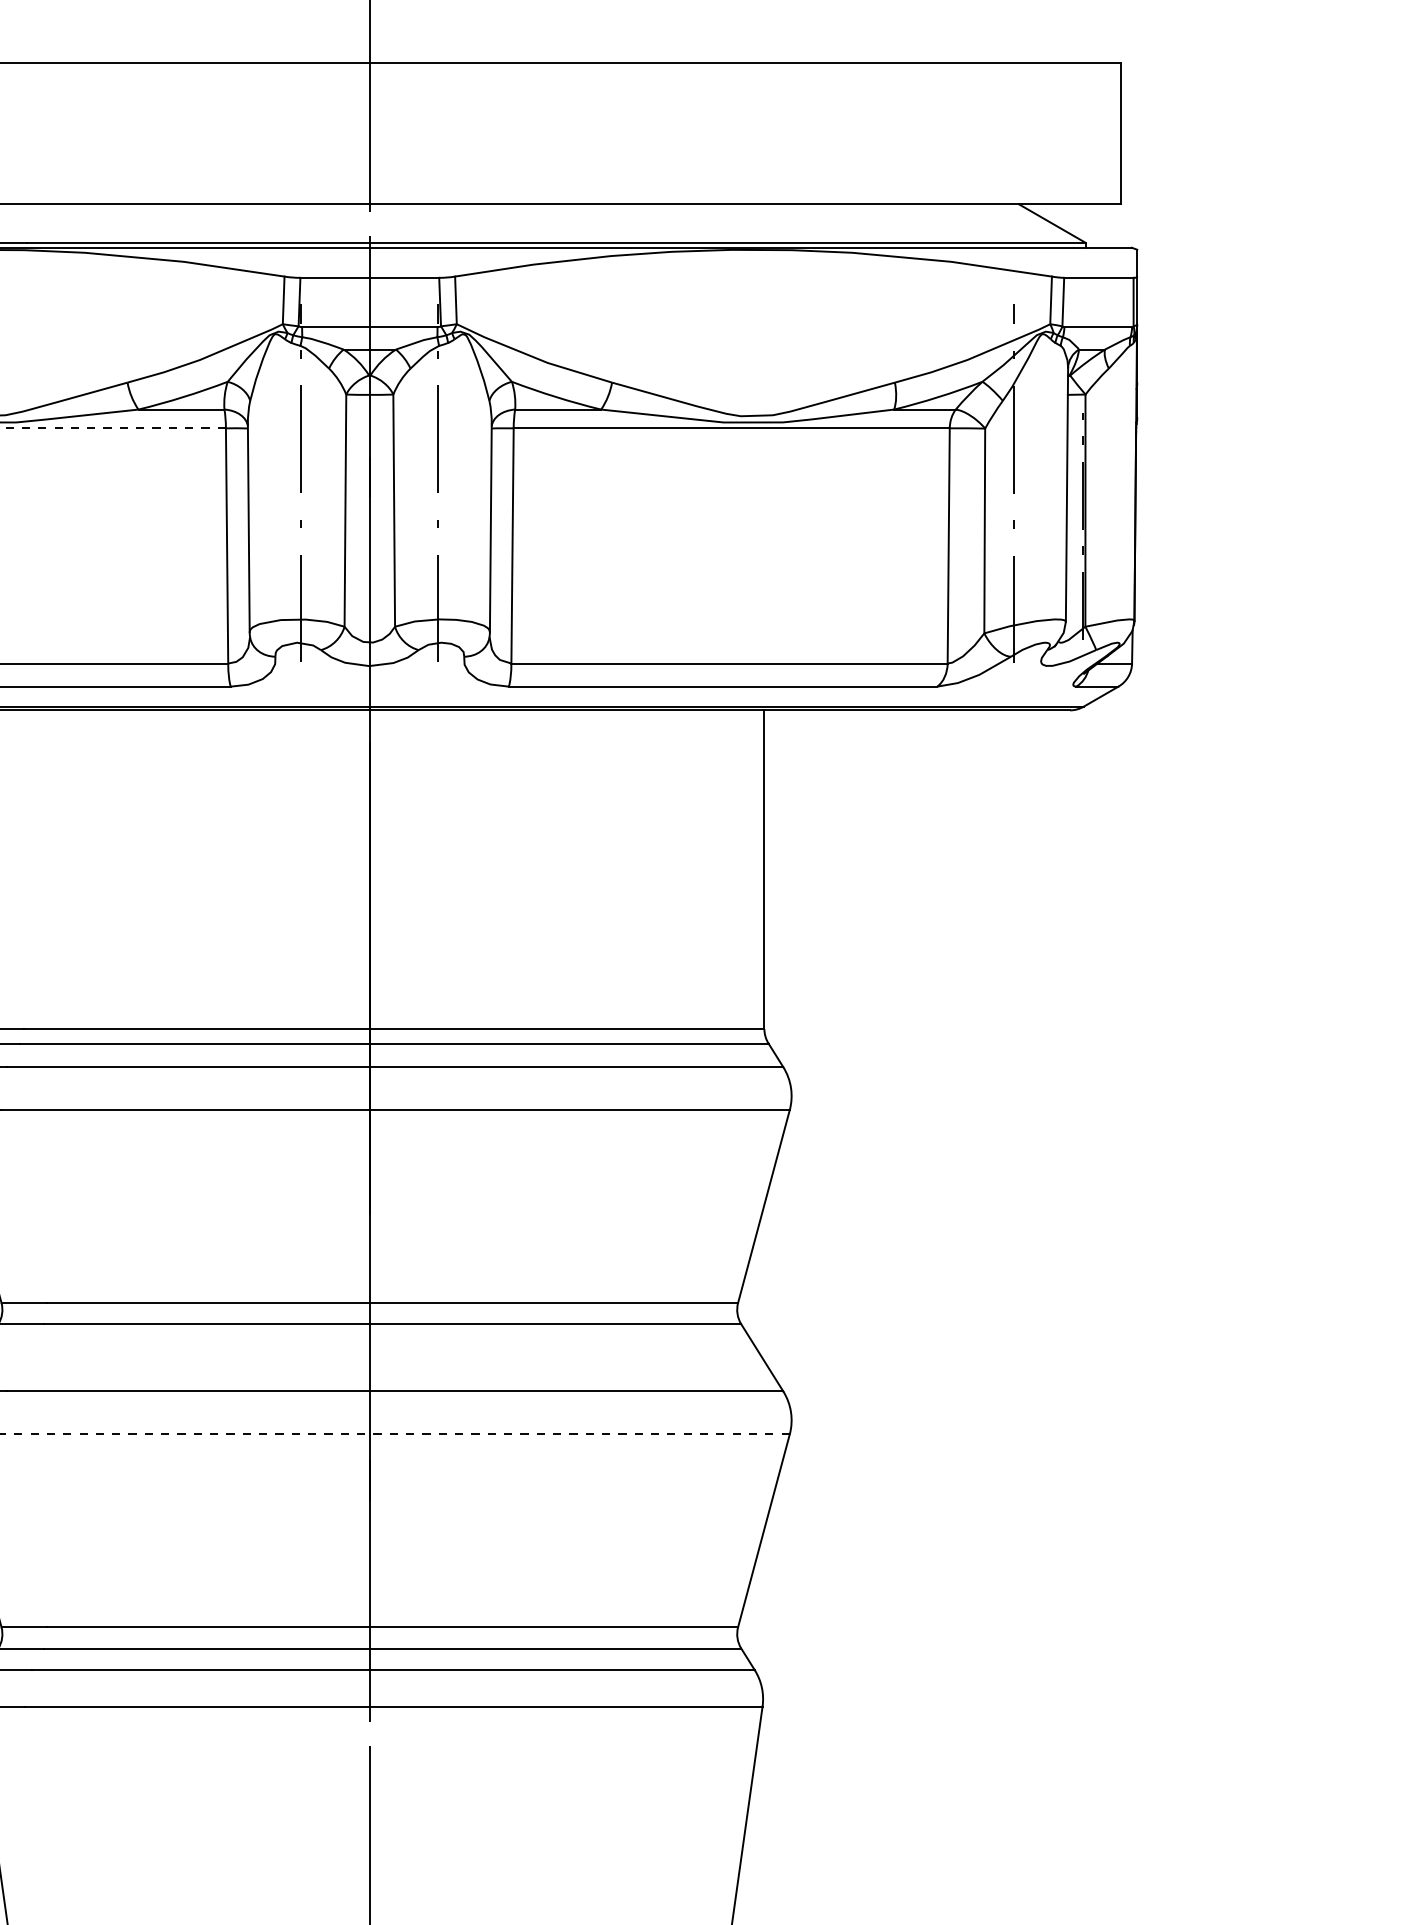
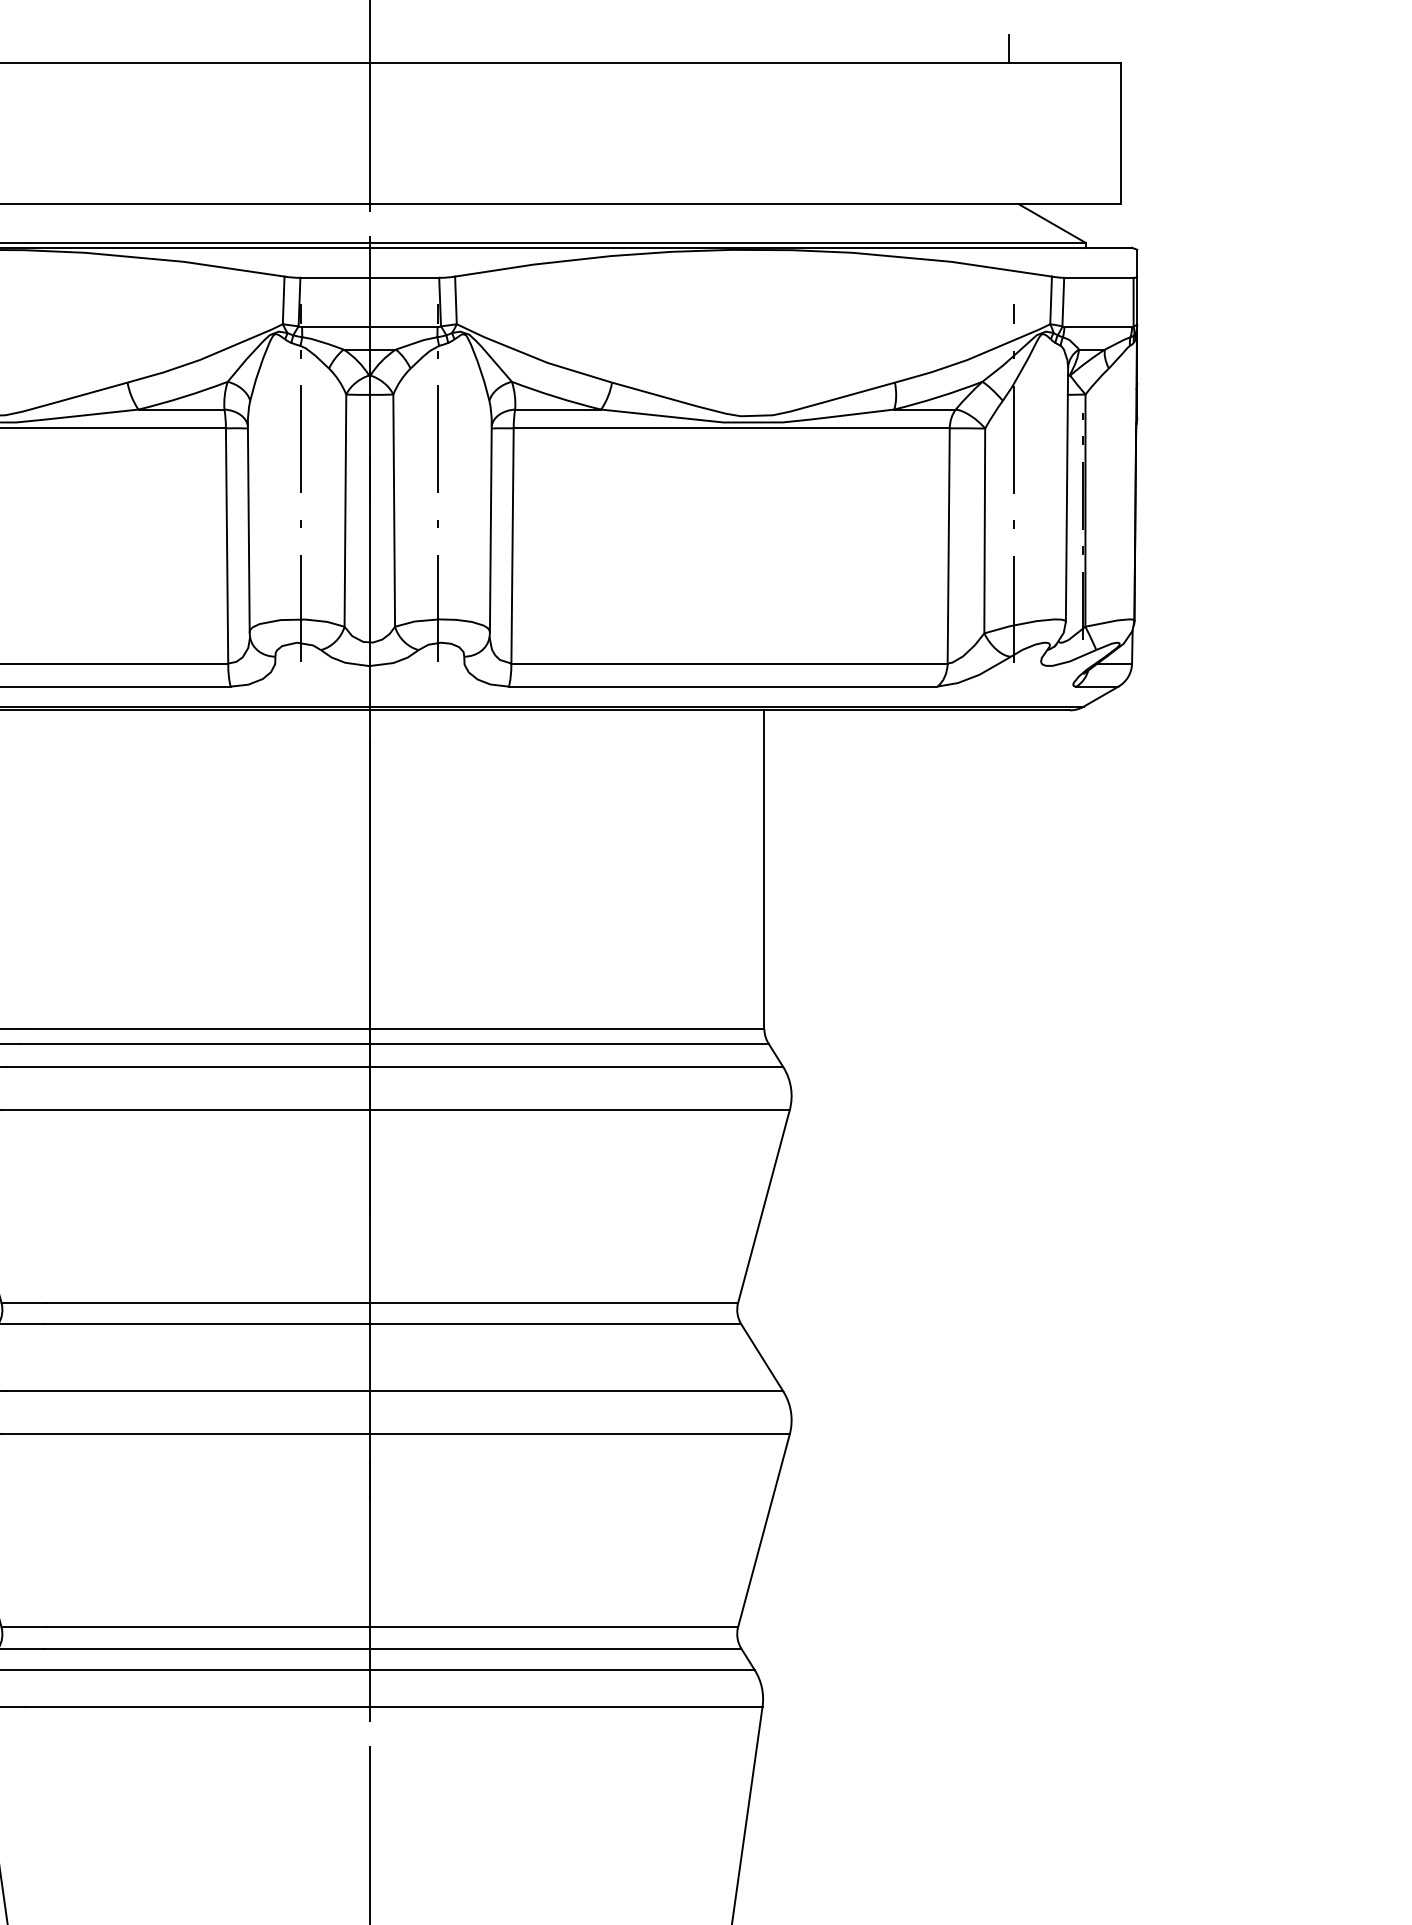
line at (1009, 48): none -> present
line at (113, 428): dashed -> solid
line at (395, 1434): dashed -> solid
